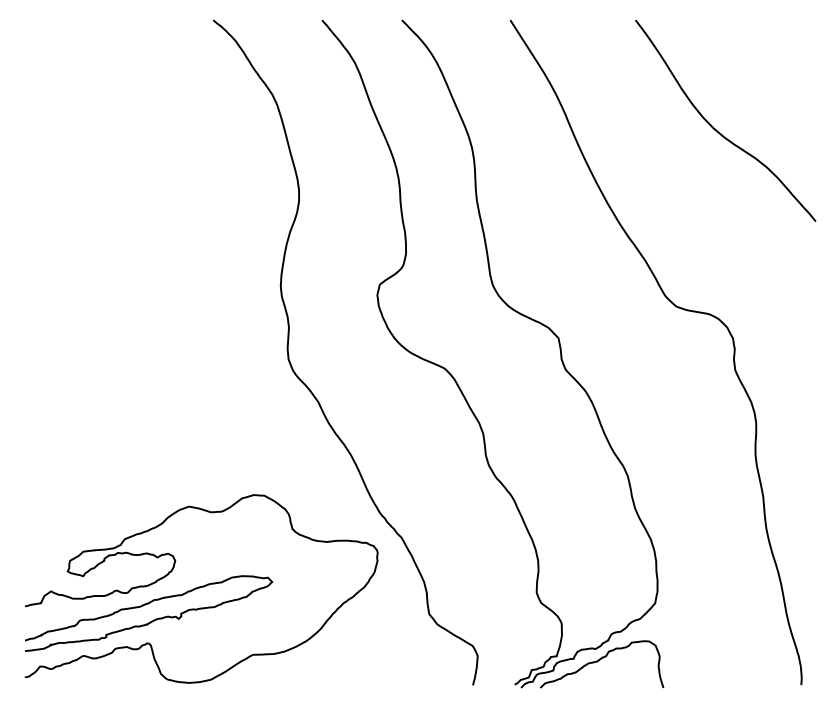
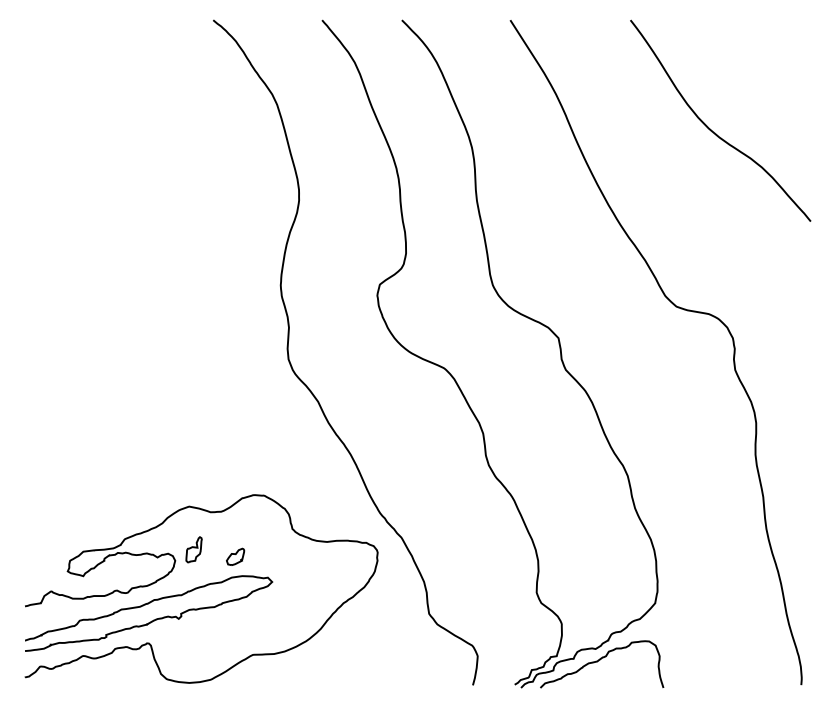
curve at (716, 129) position: (716, 129) -> (711, 129)
part at (193, 549): none -> present
part at (235, 556): none -> present
